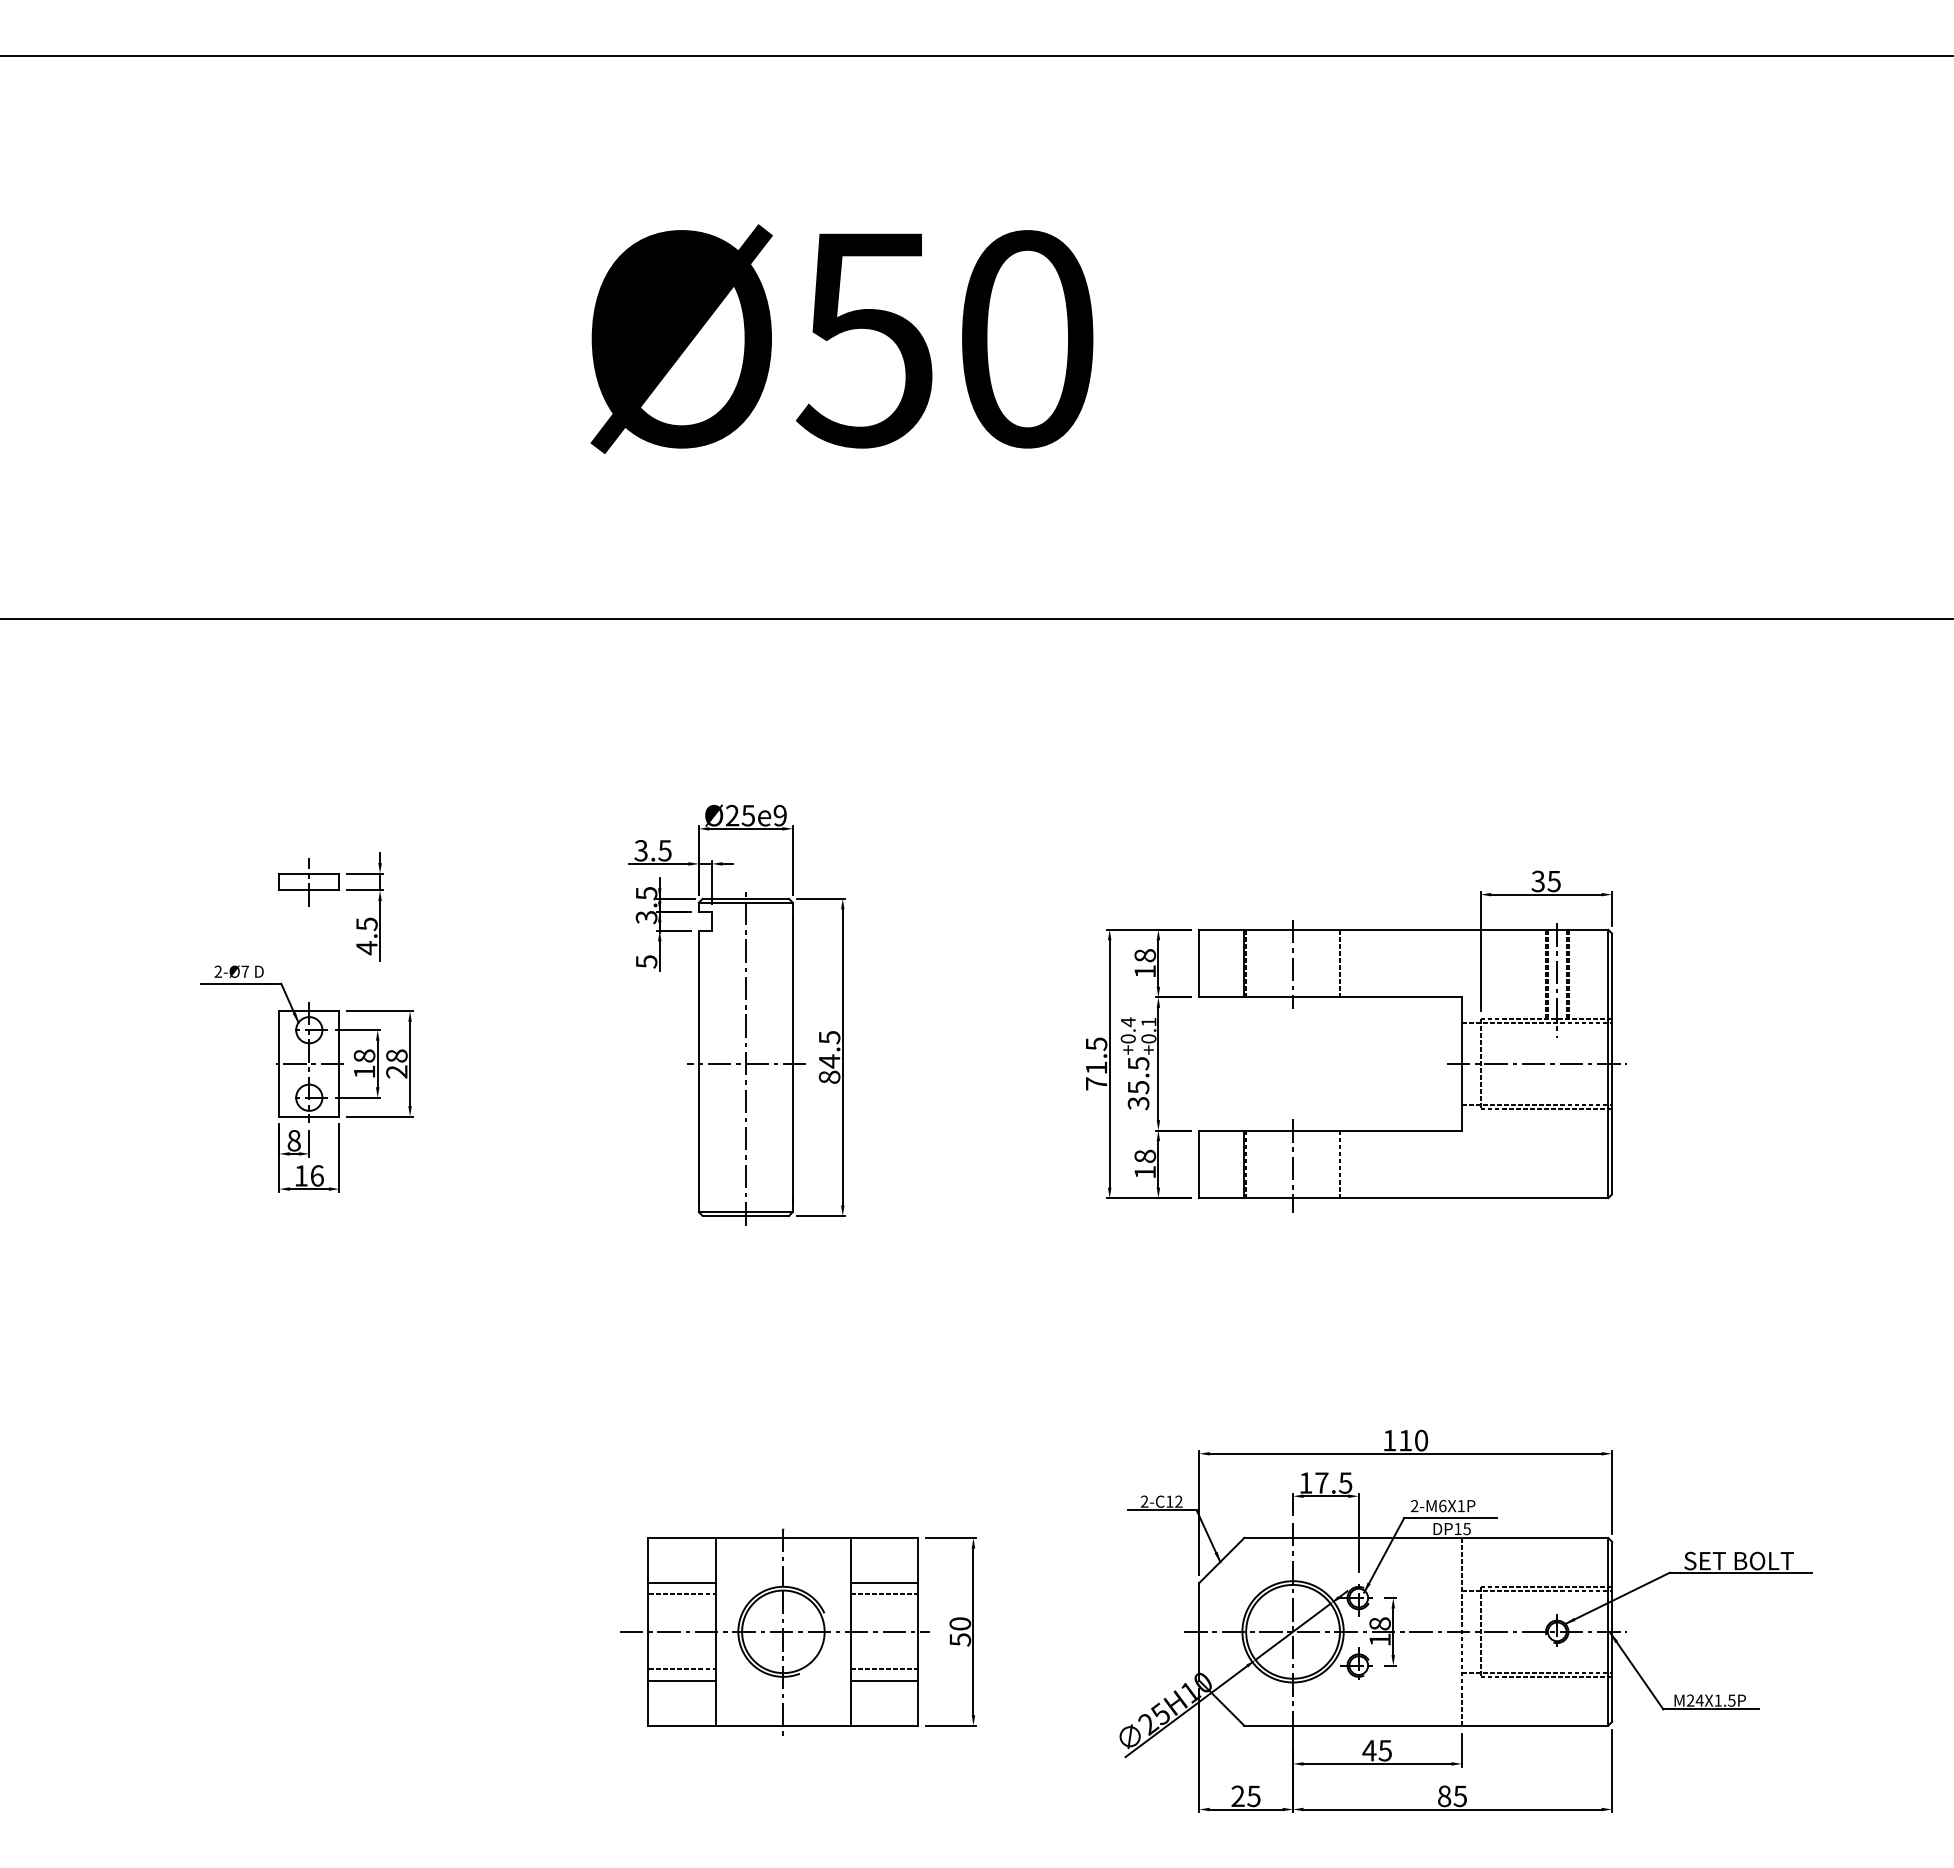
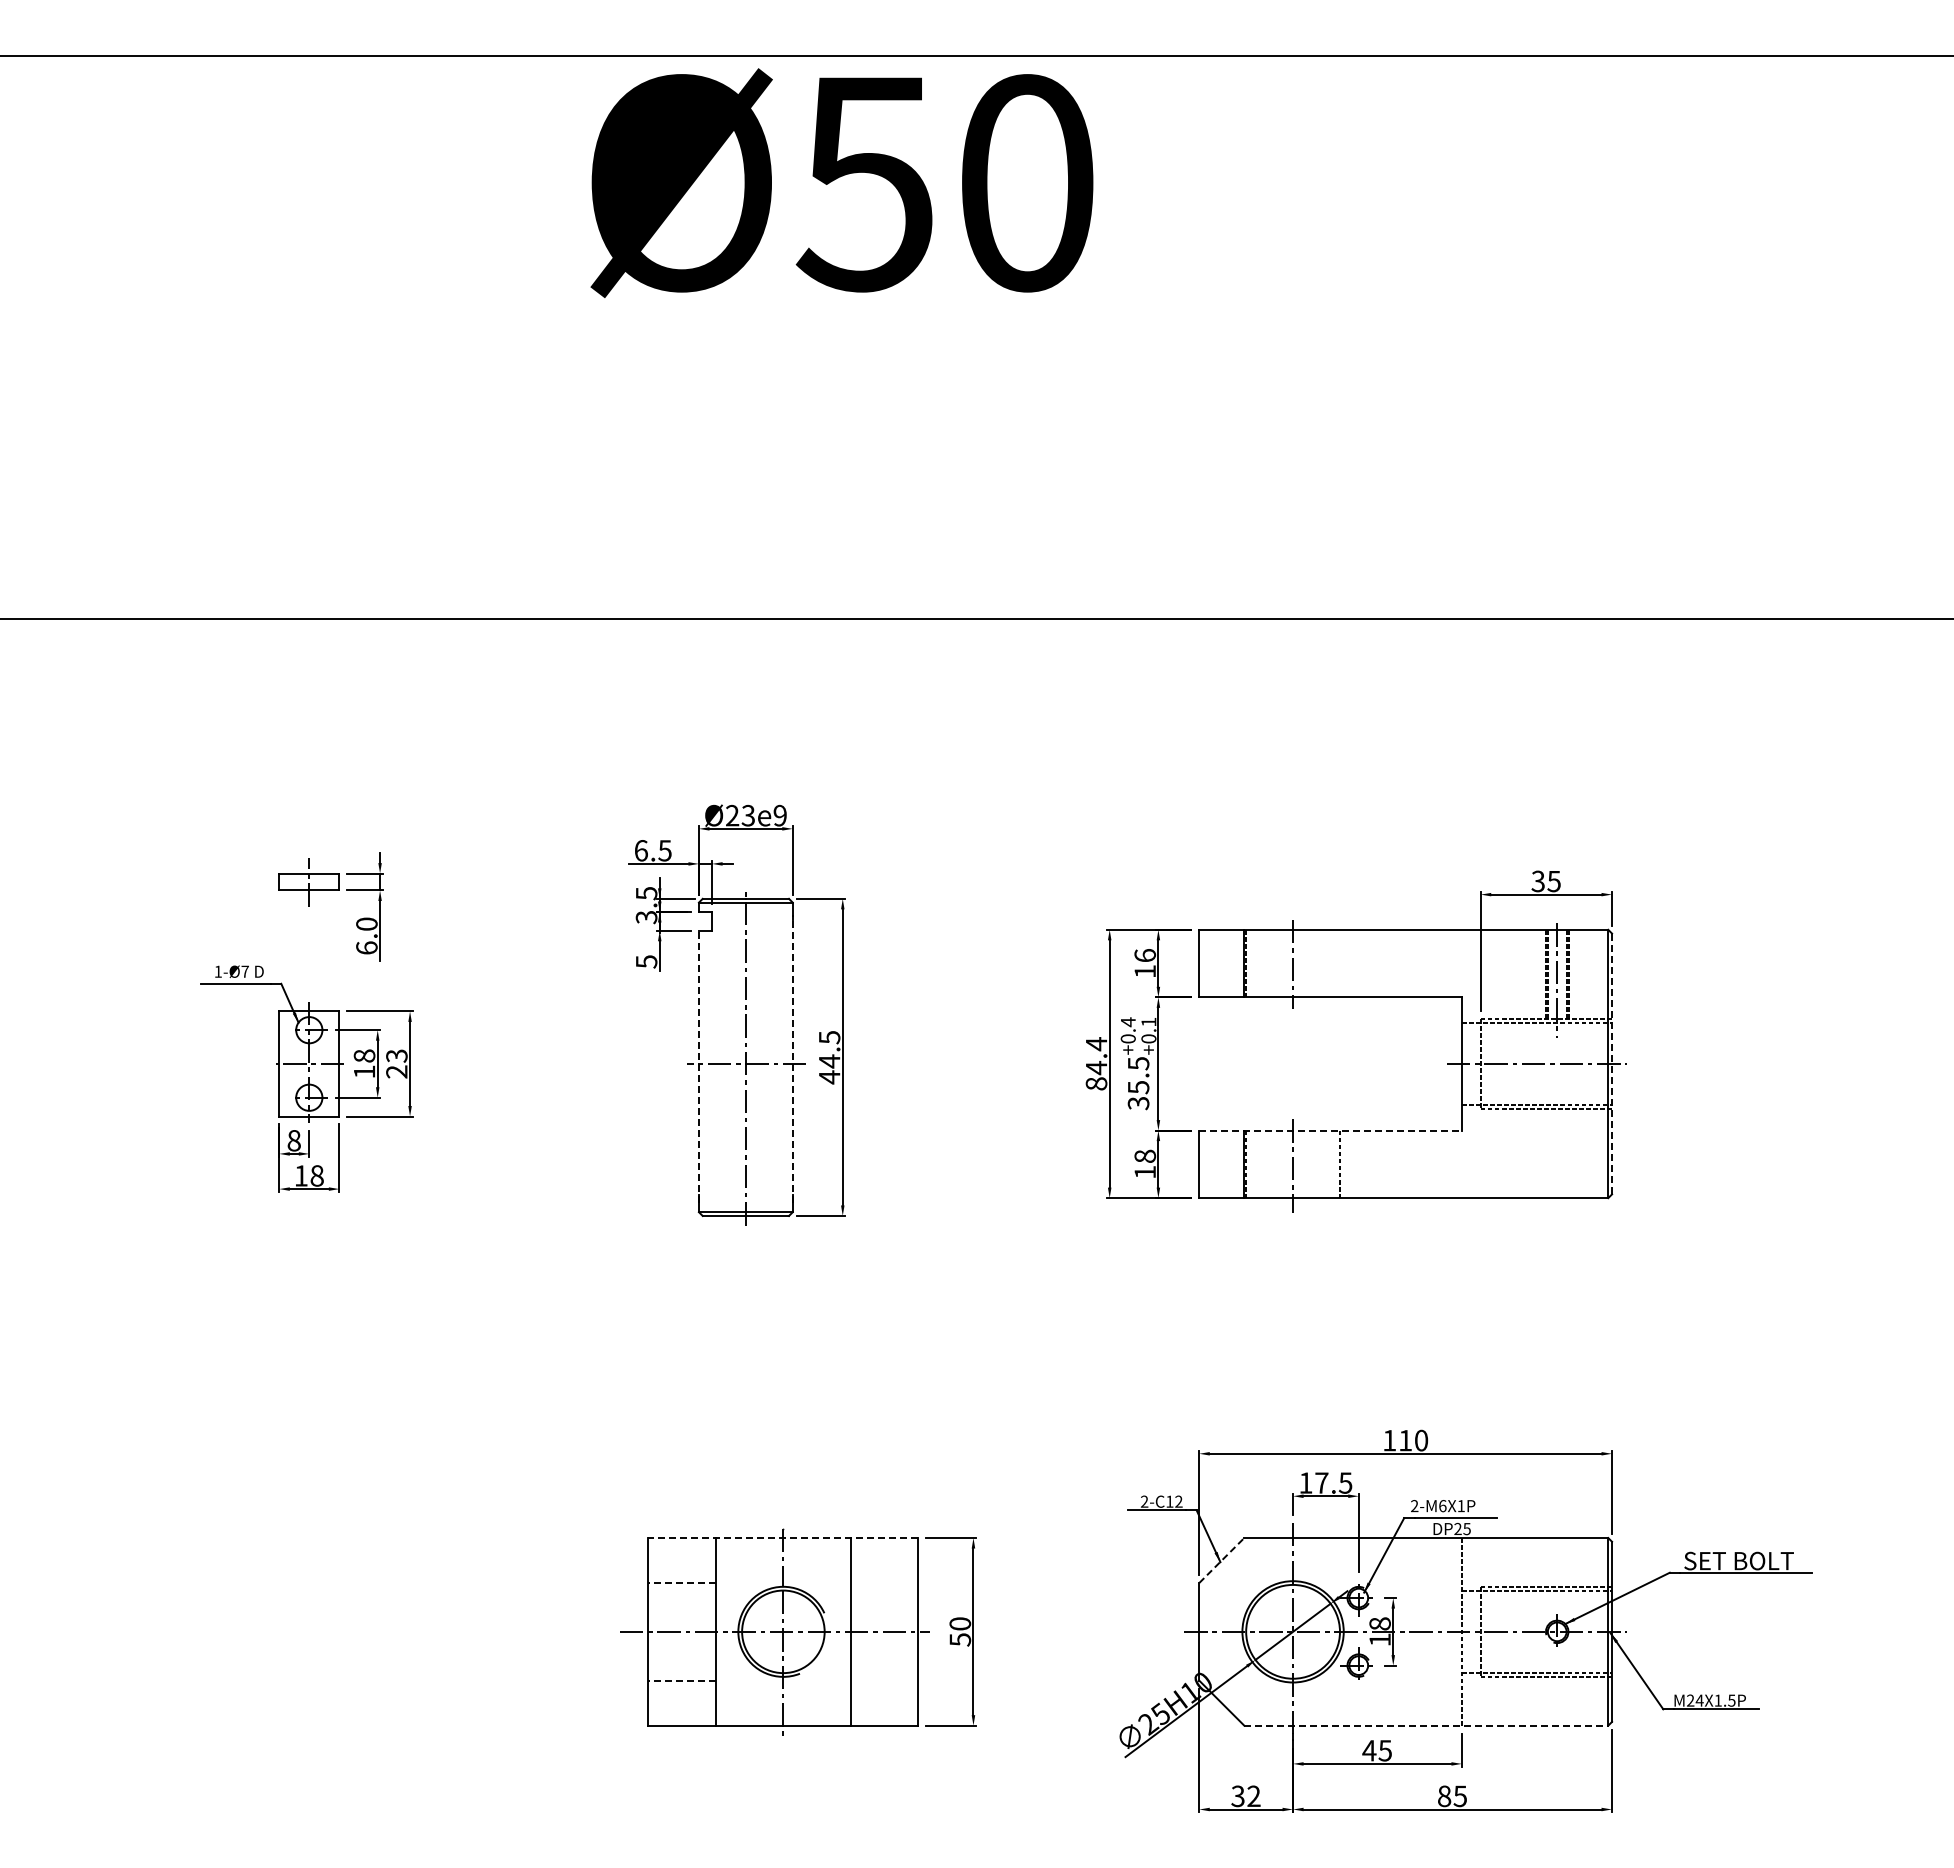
text at (841, 338) position: (841, 338) -> (841, 182)
text at (748, 815): Ø25e9 -> Ø23e9
text at (640, 850): 3.5 -> 6.5
text at (366, 936): 4.5 -> 6.0
text at (1144, 955): 18 -> 16
line at (1339, 963): present -> none
text at (217, 971): 2-Ø7 -> 1-Ø7
text at (396, 1055): 28 -> 23
line at (792, 1058): solid -> dashed
text at (1096, 1063): 71.5 -> 84.4
line at (1612, 1064): solid -> dashed
line at (698, 1066): solid -> dashed
text at (829, 1077): 84.5 -> 44.5
line at (1331, 1130): solid -> dashed
text at (316, 1175): 16 -> 18
text at (1457, 1528): DP15 -> DP25
line at (782, 1538): solid -> dashed
line at (1221, 1560): solid -> dashed
line at (682, 1583): solid -> dashed
line at (884, 1583): present -> none
line at (682, 1594): present -> none
line at (883, 1594): present -> none
line at (682, 1669): present -> none
line at (883, 1669): present -> none
line at (682, 1680): solid -> dashed
line at (884, 1680): present -> none
line at (1426, 1725): solid -> dashed
text at (1245, 1796): 25 -> 32
